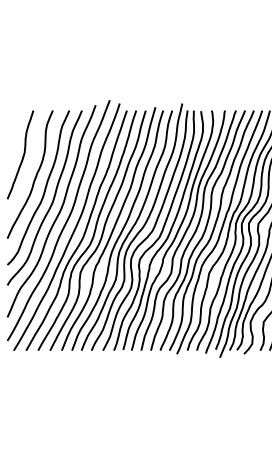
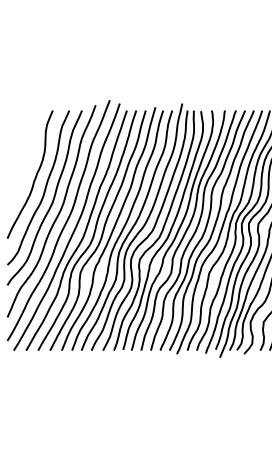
curve at (22, 155): present -> none
